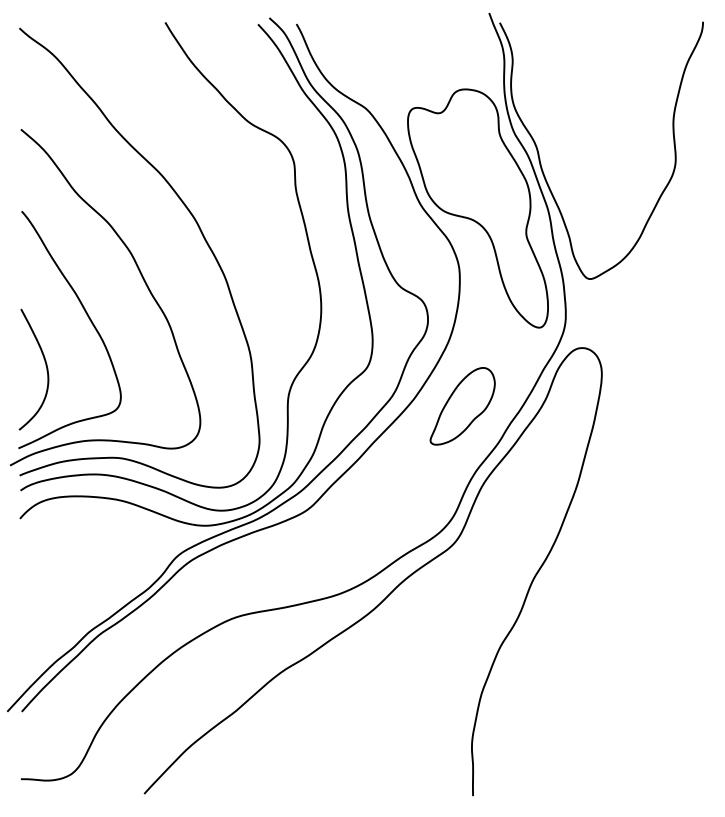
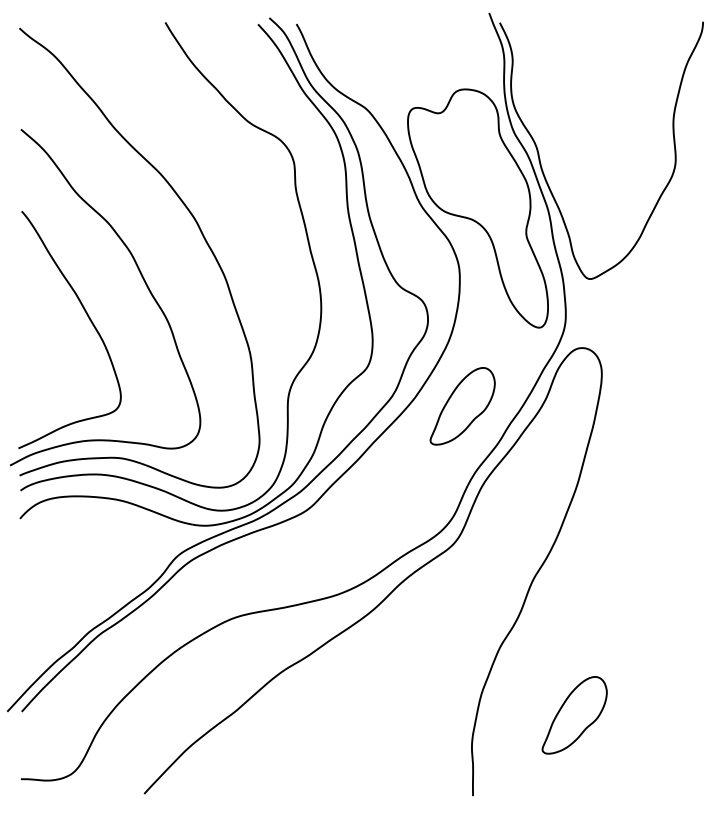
curve at (45, 365): present -> none
part at (574, 715): none -> present
